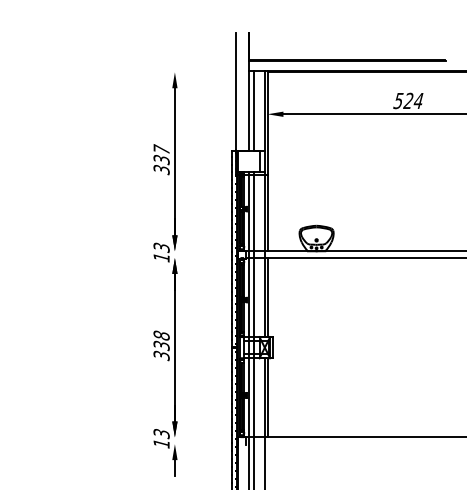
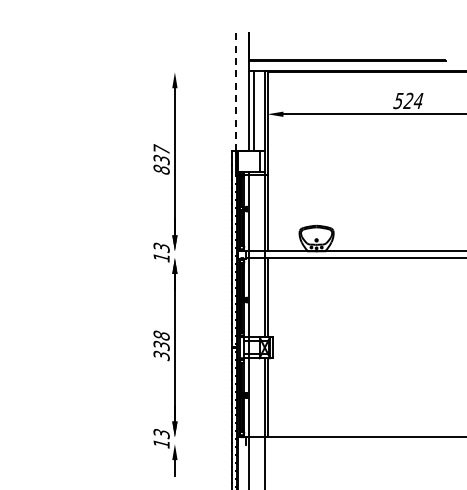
line at (235, 92): solid -> dashed
text at (161, 169): 337 -> 837
line at (254, 329): present -> none
